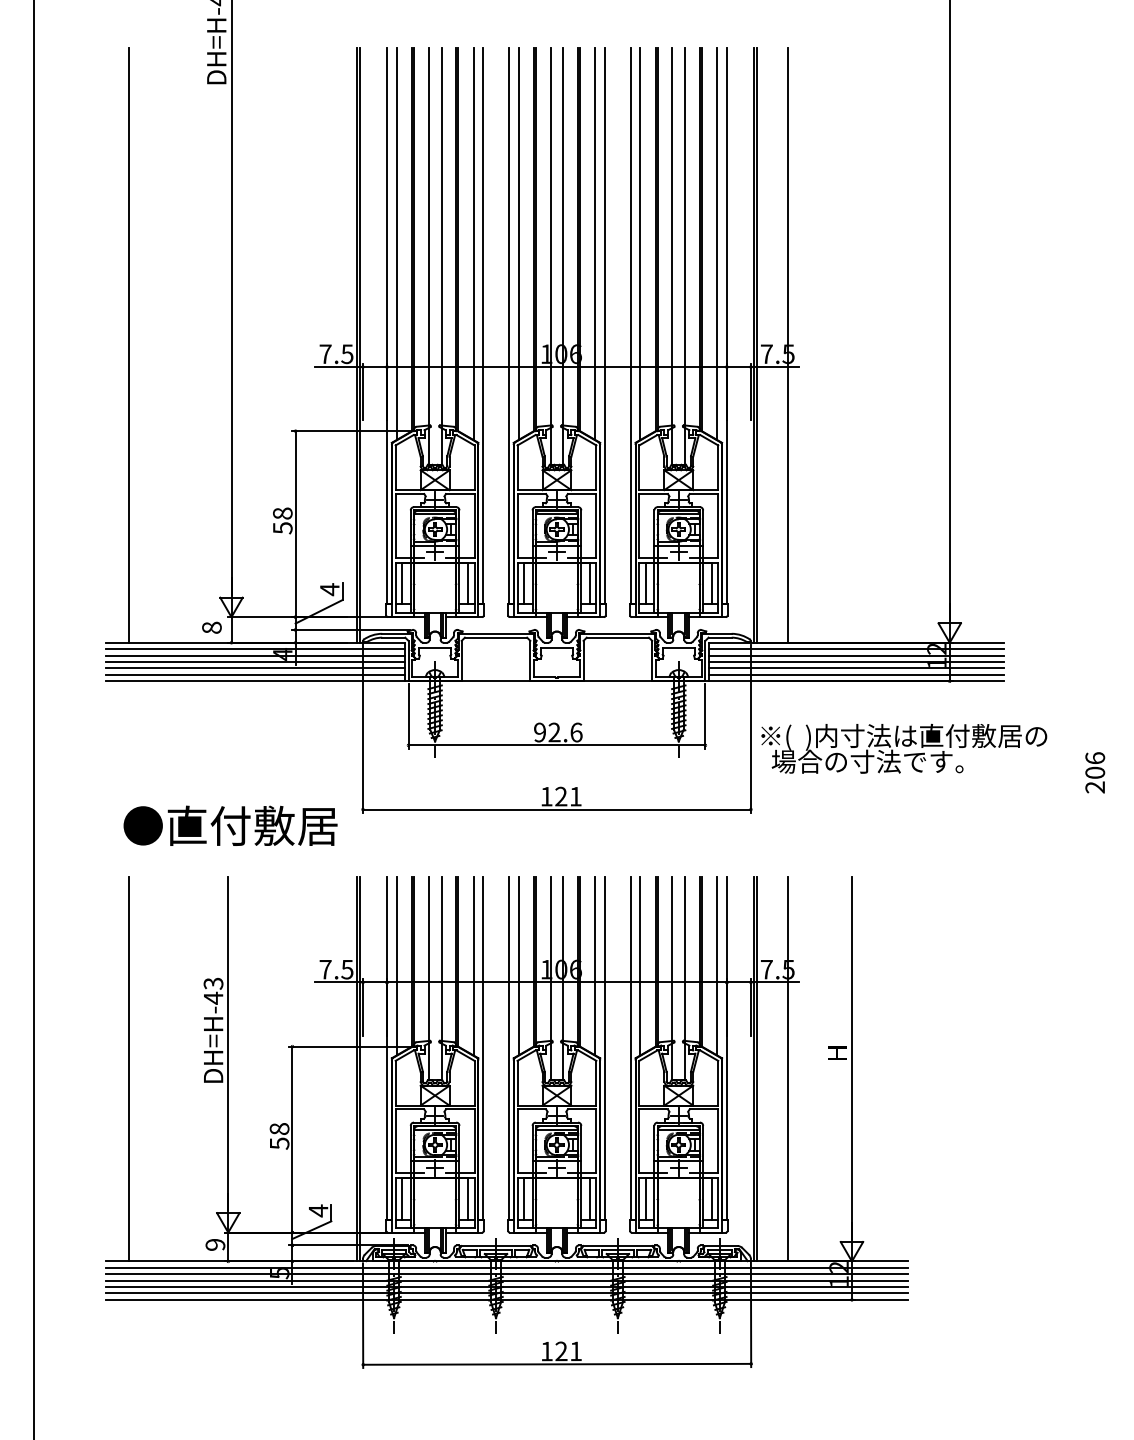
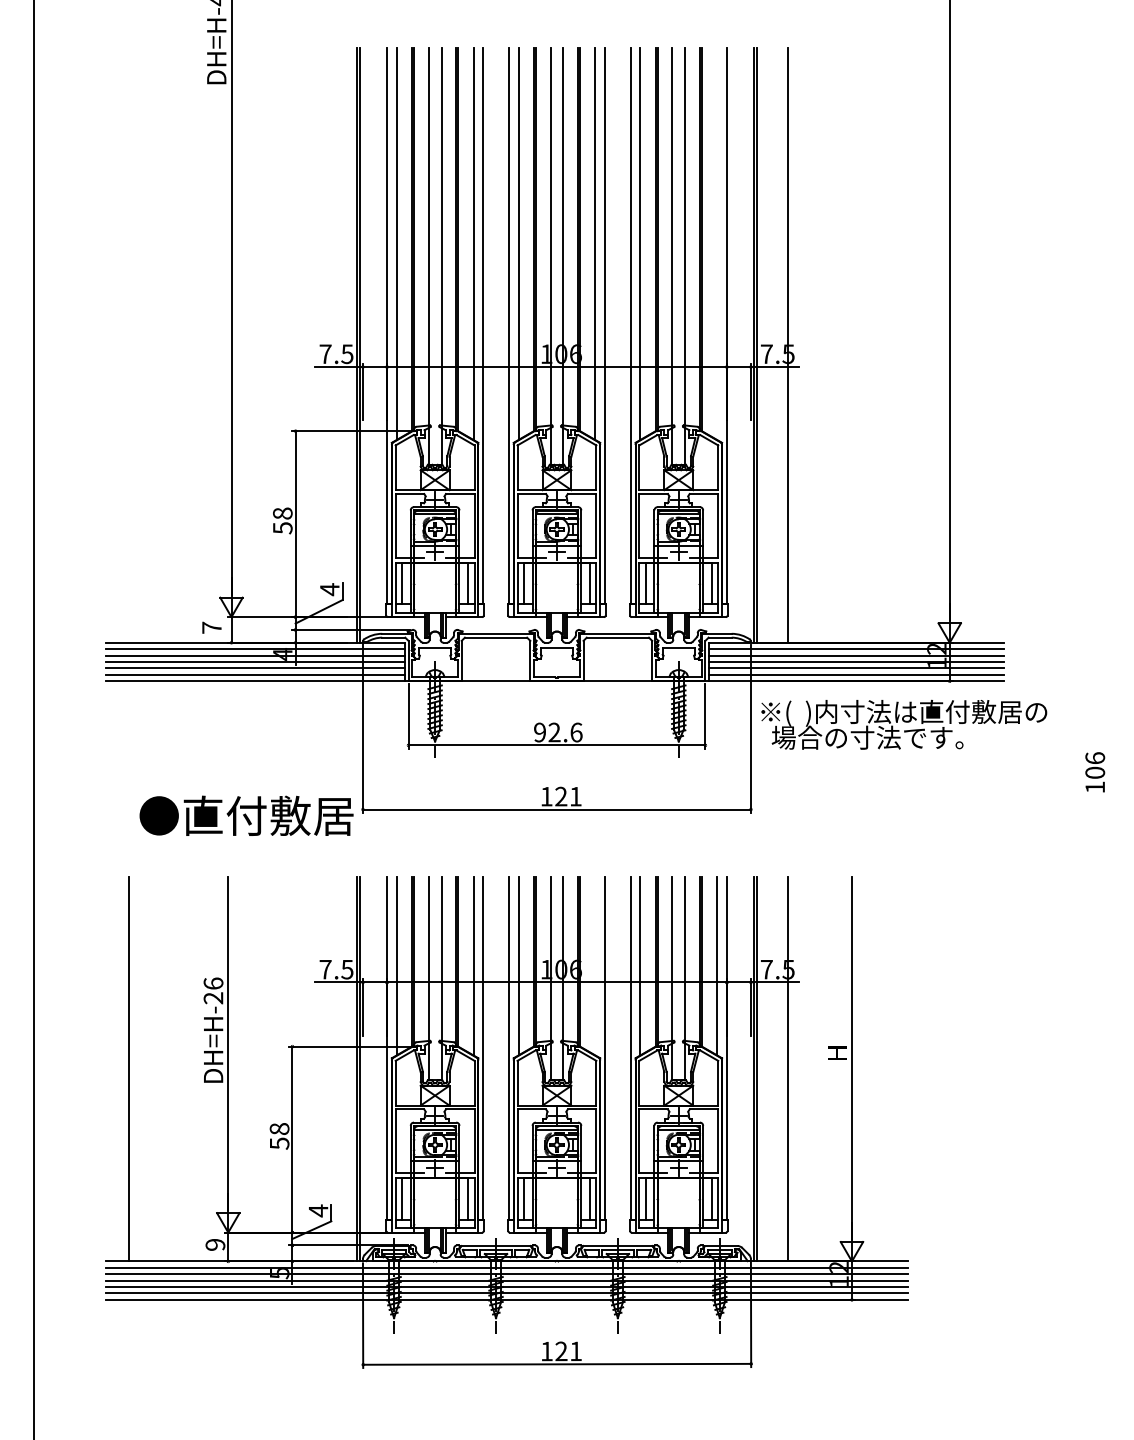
line at (717, 244): present -> none
line at (128, 345): present -> none
text at (211, 627): 8 -> 7
text at (904, 748) position: (904, 748) -> (904, 724)
text at (1094, 787): 206 -> 106
text at (230, 825) position: (230, 825) -> (246, 815)
line at (595, 965): present -> none
text at (213, 990): DH=H-43 -> DH=H-26
